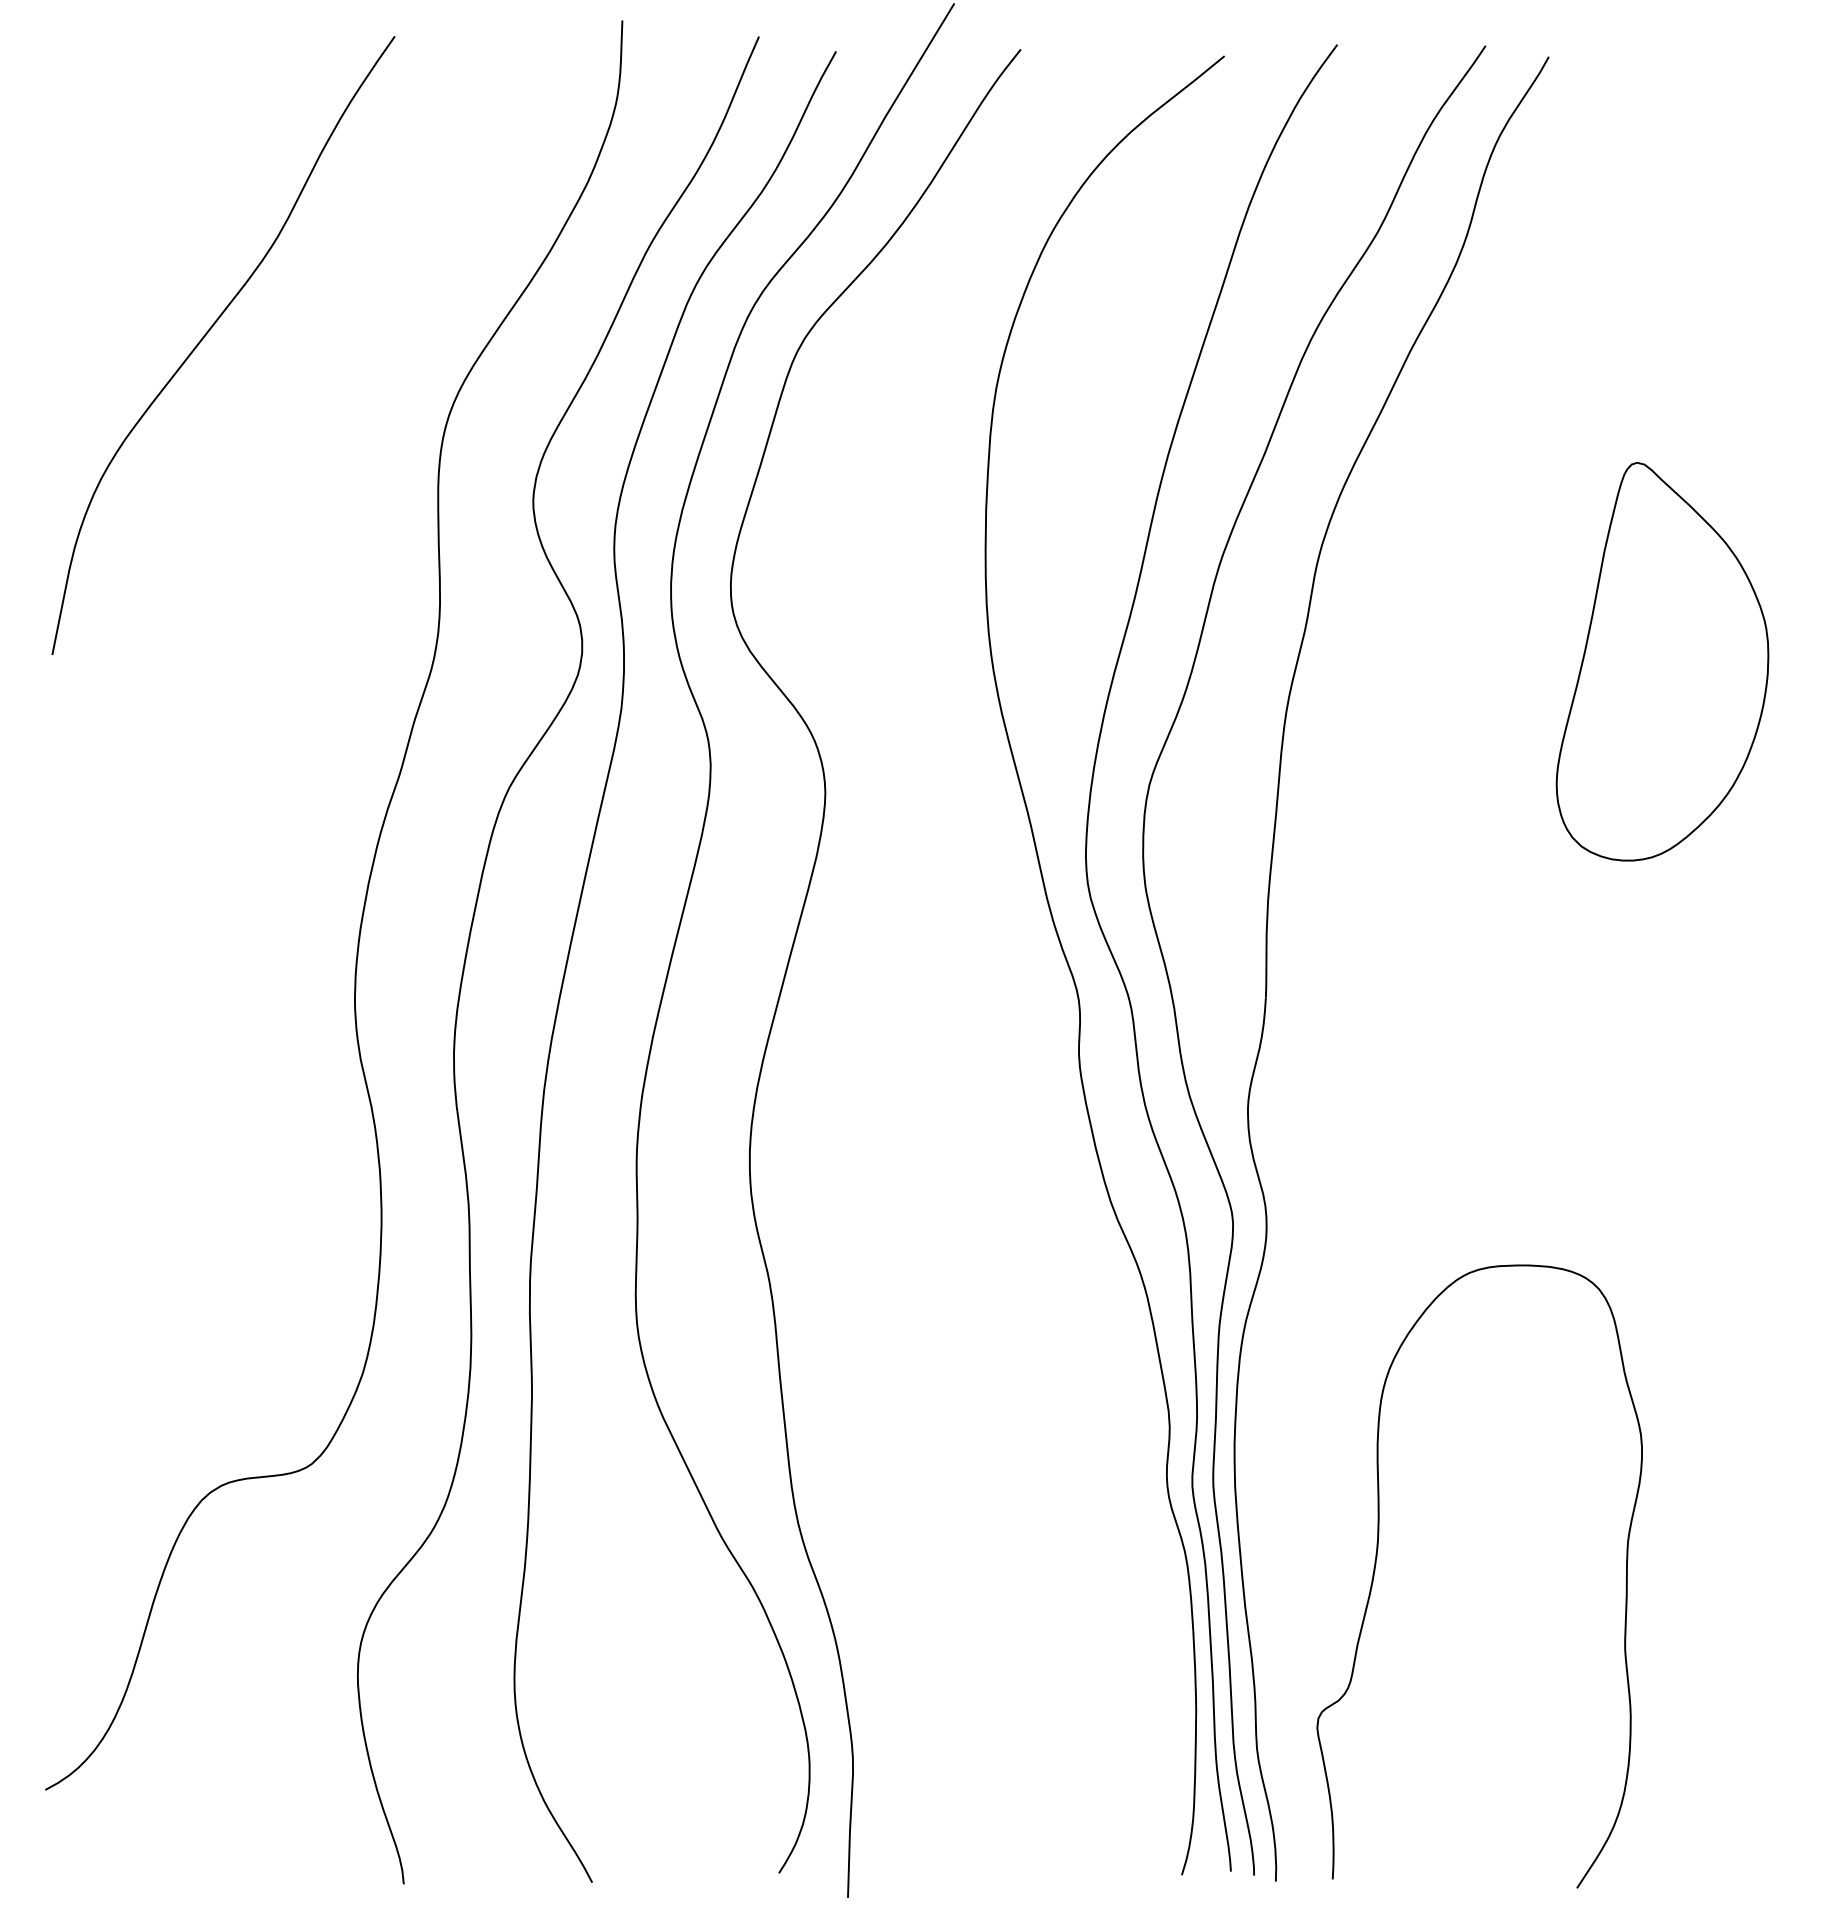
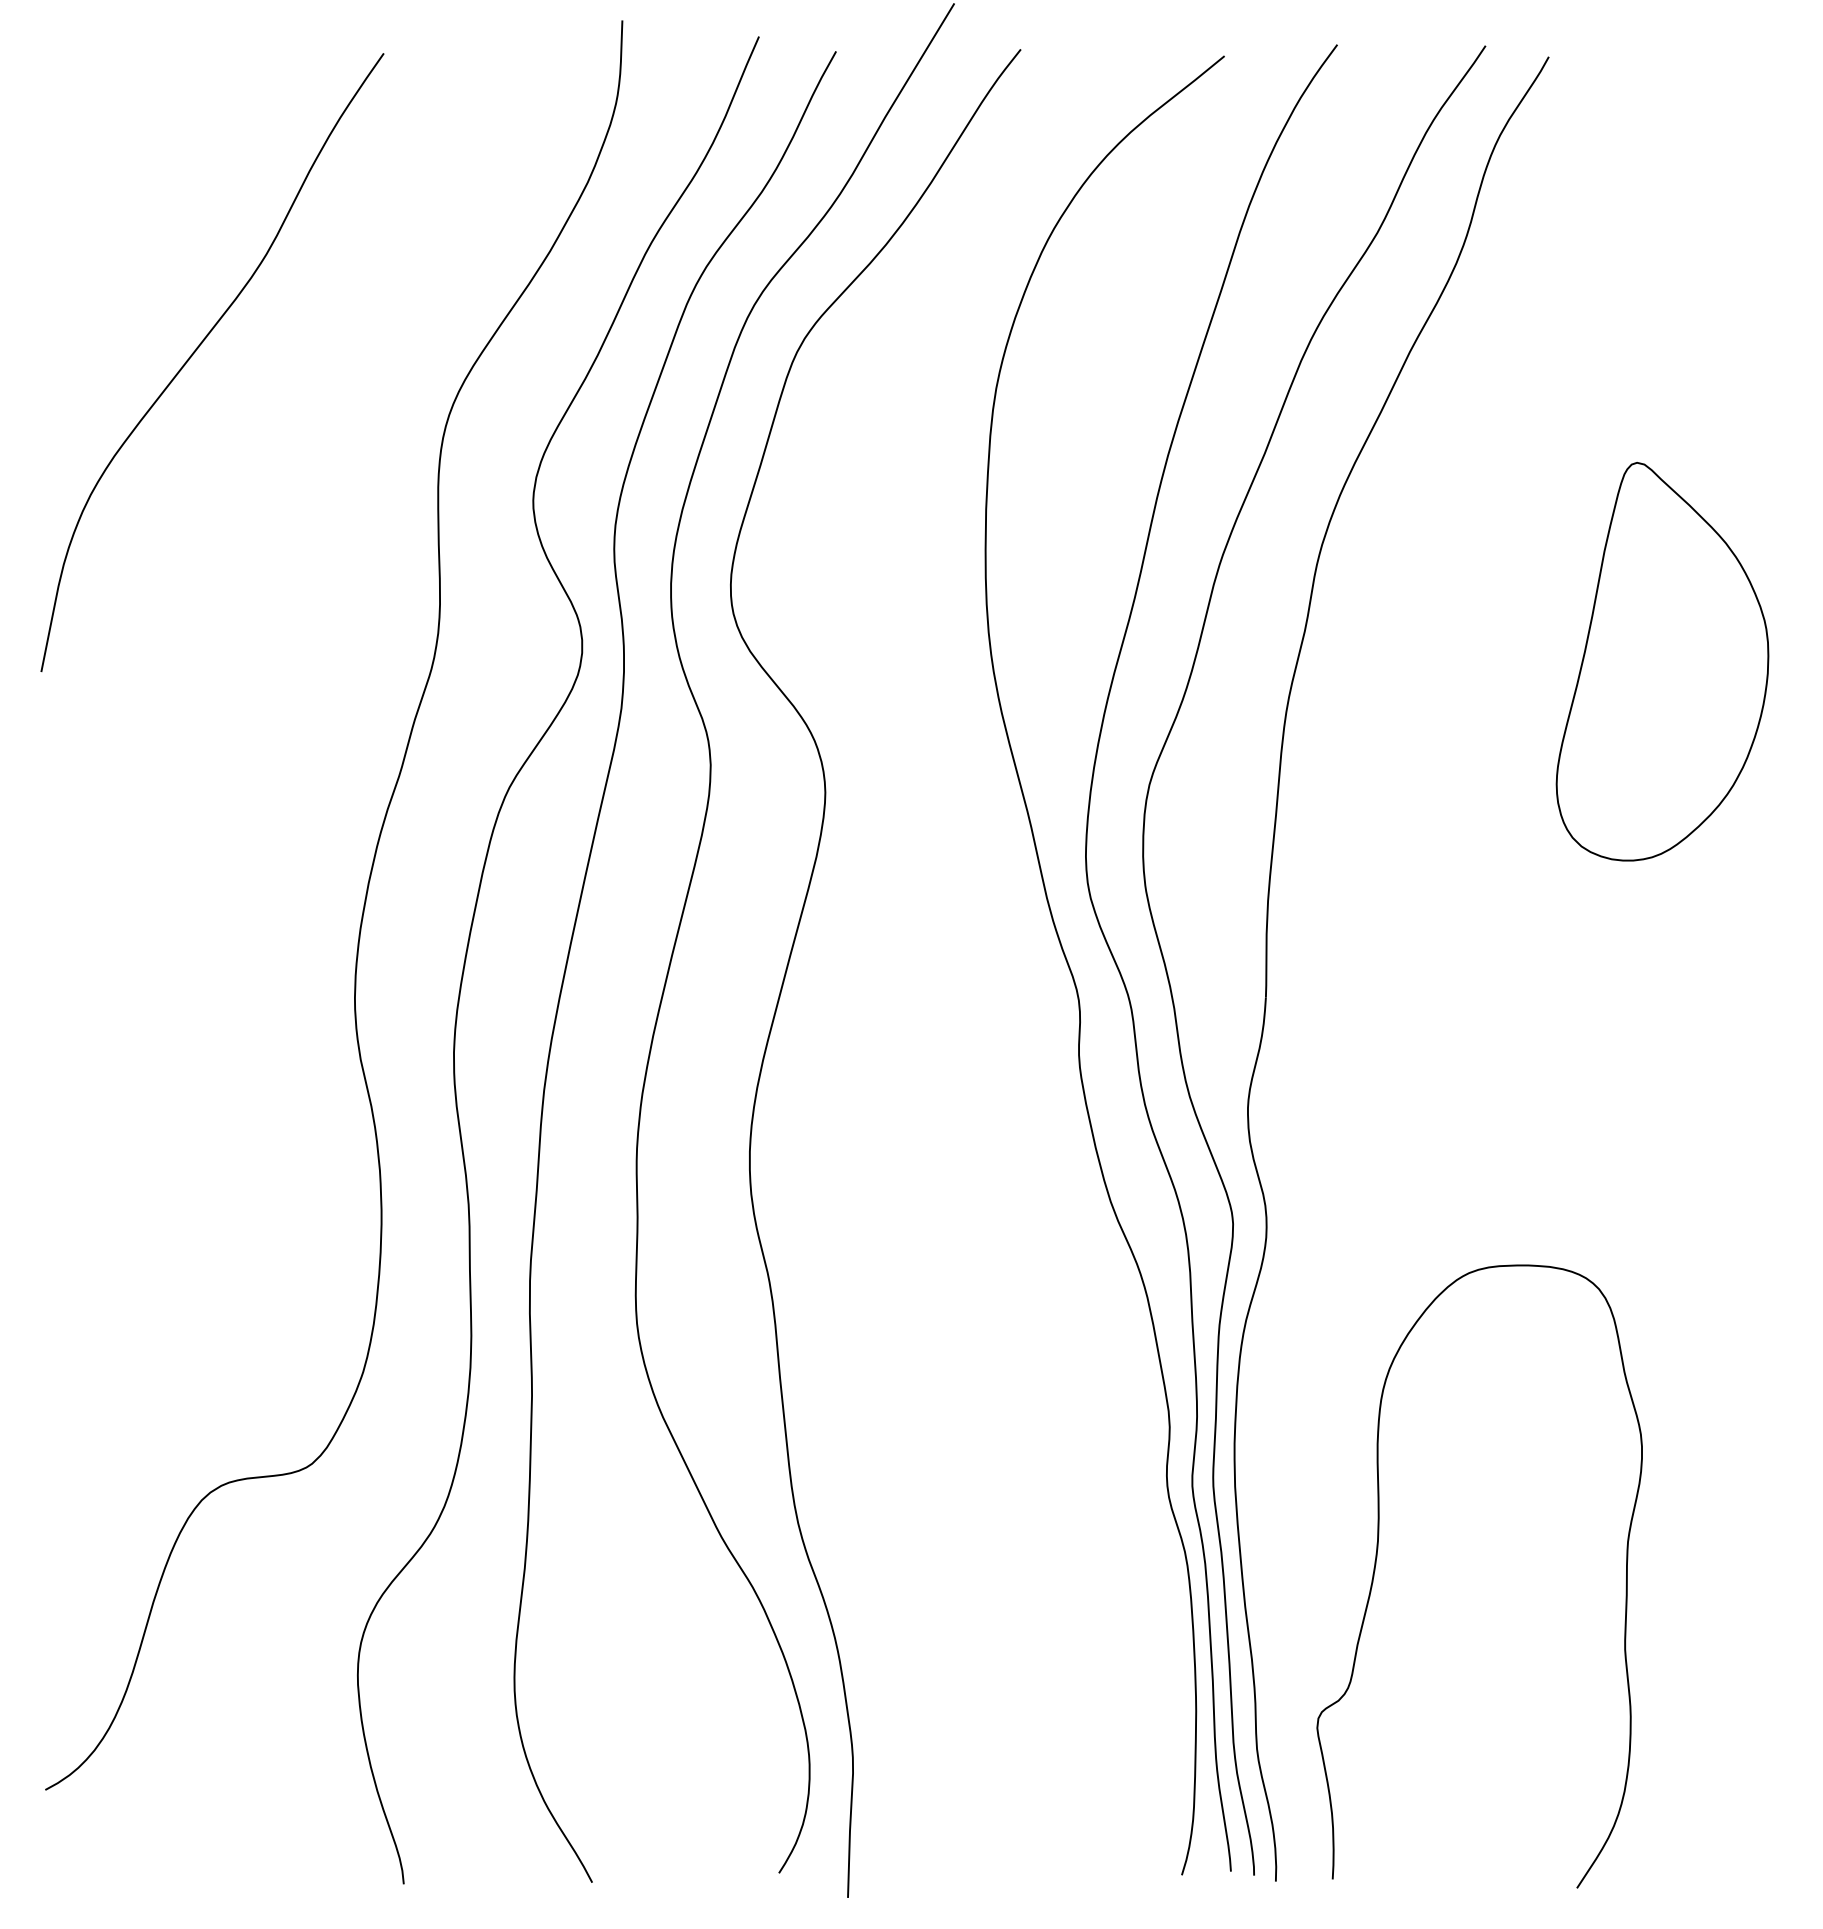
curve at (207, 334) position: (207, 334) -> (196, 351)
